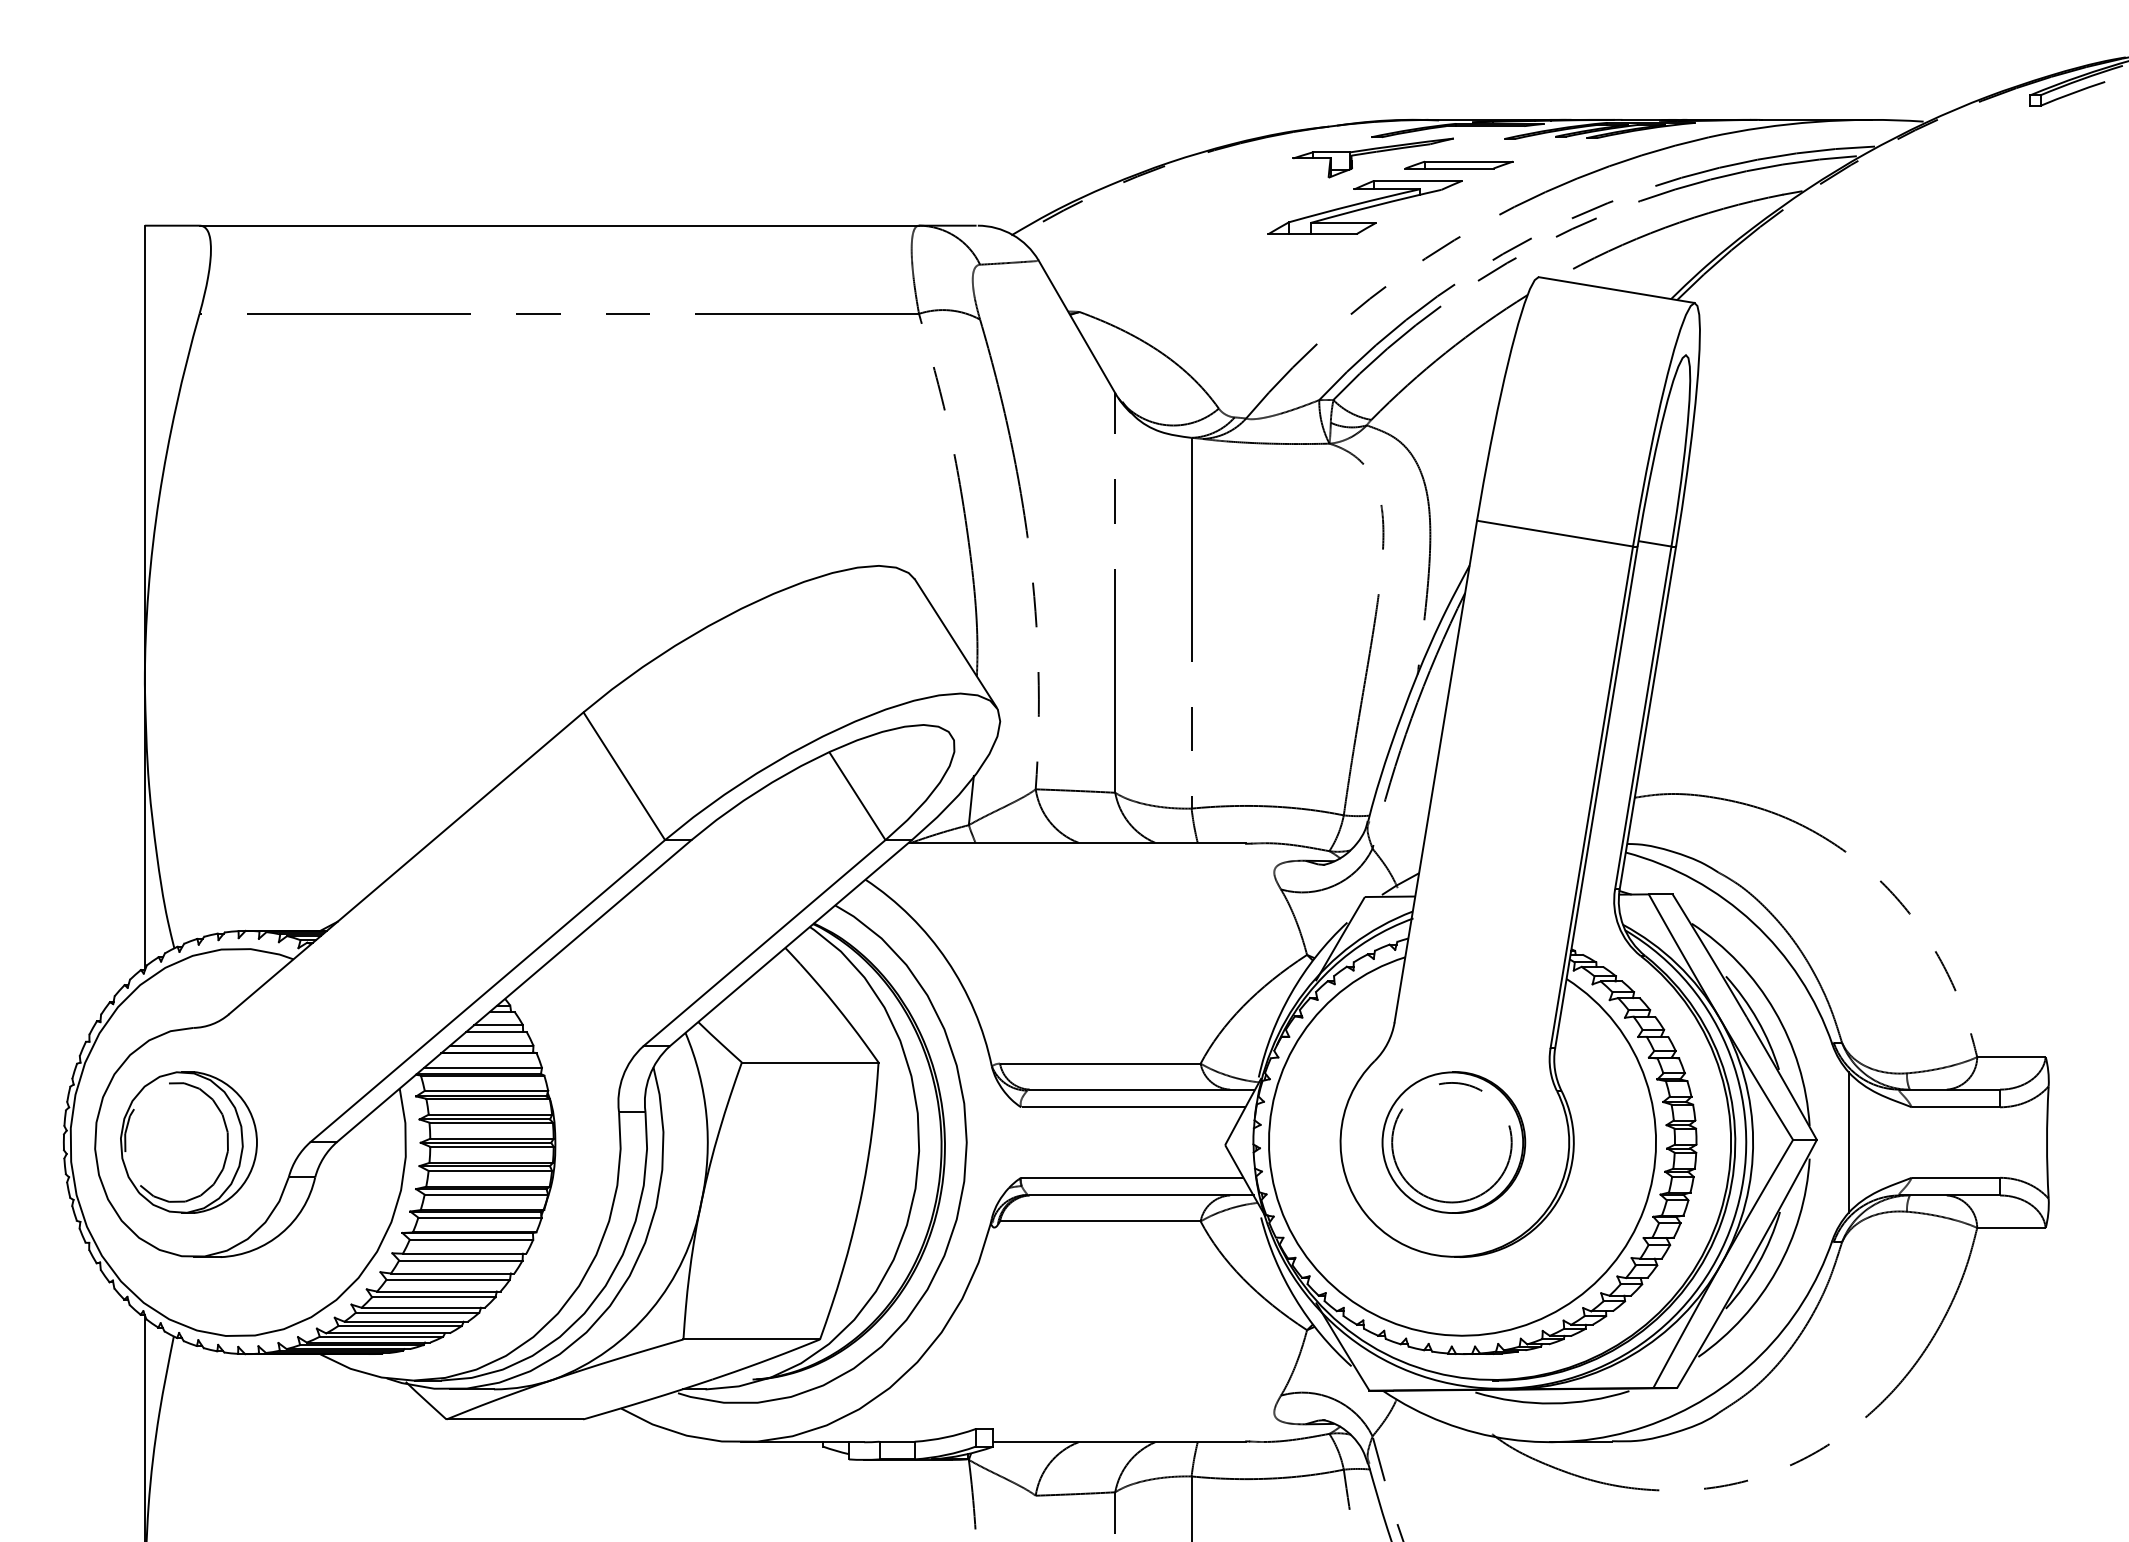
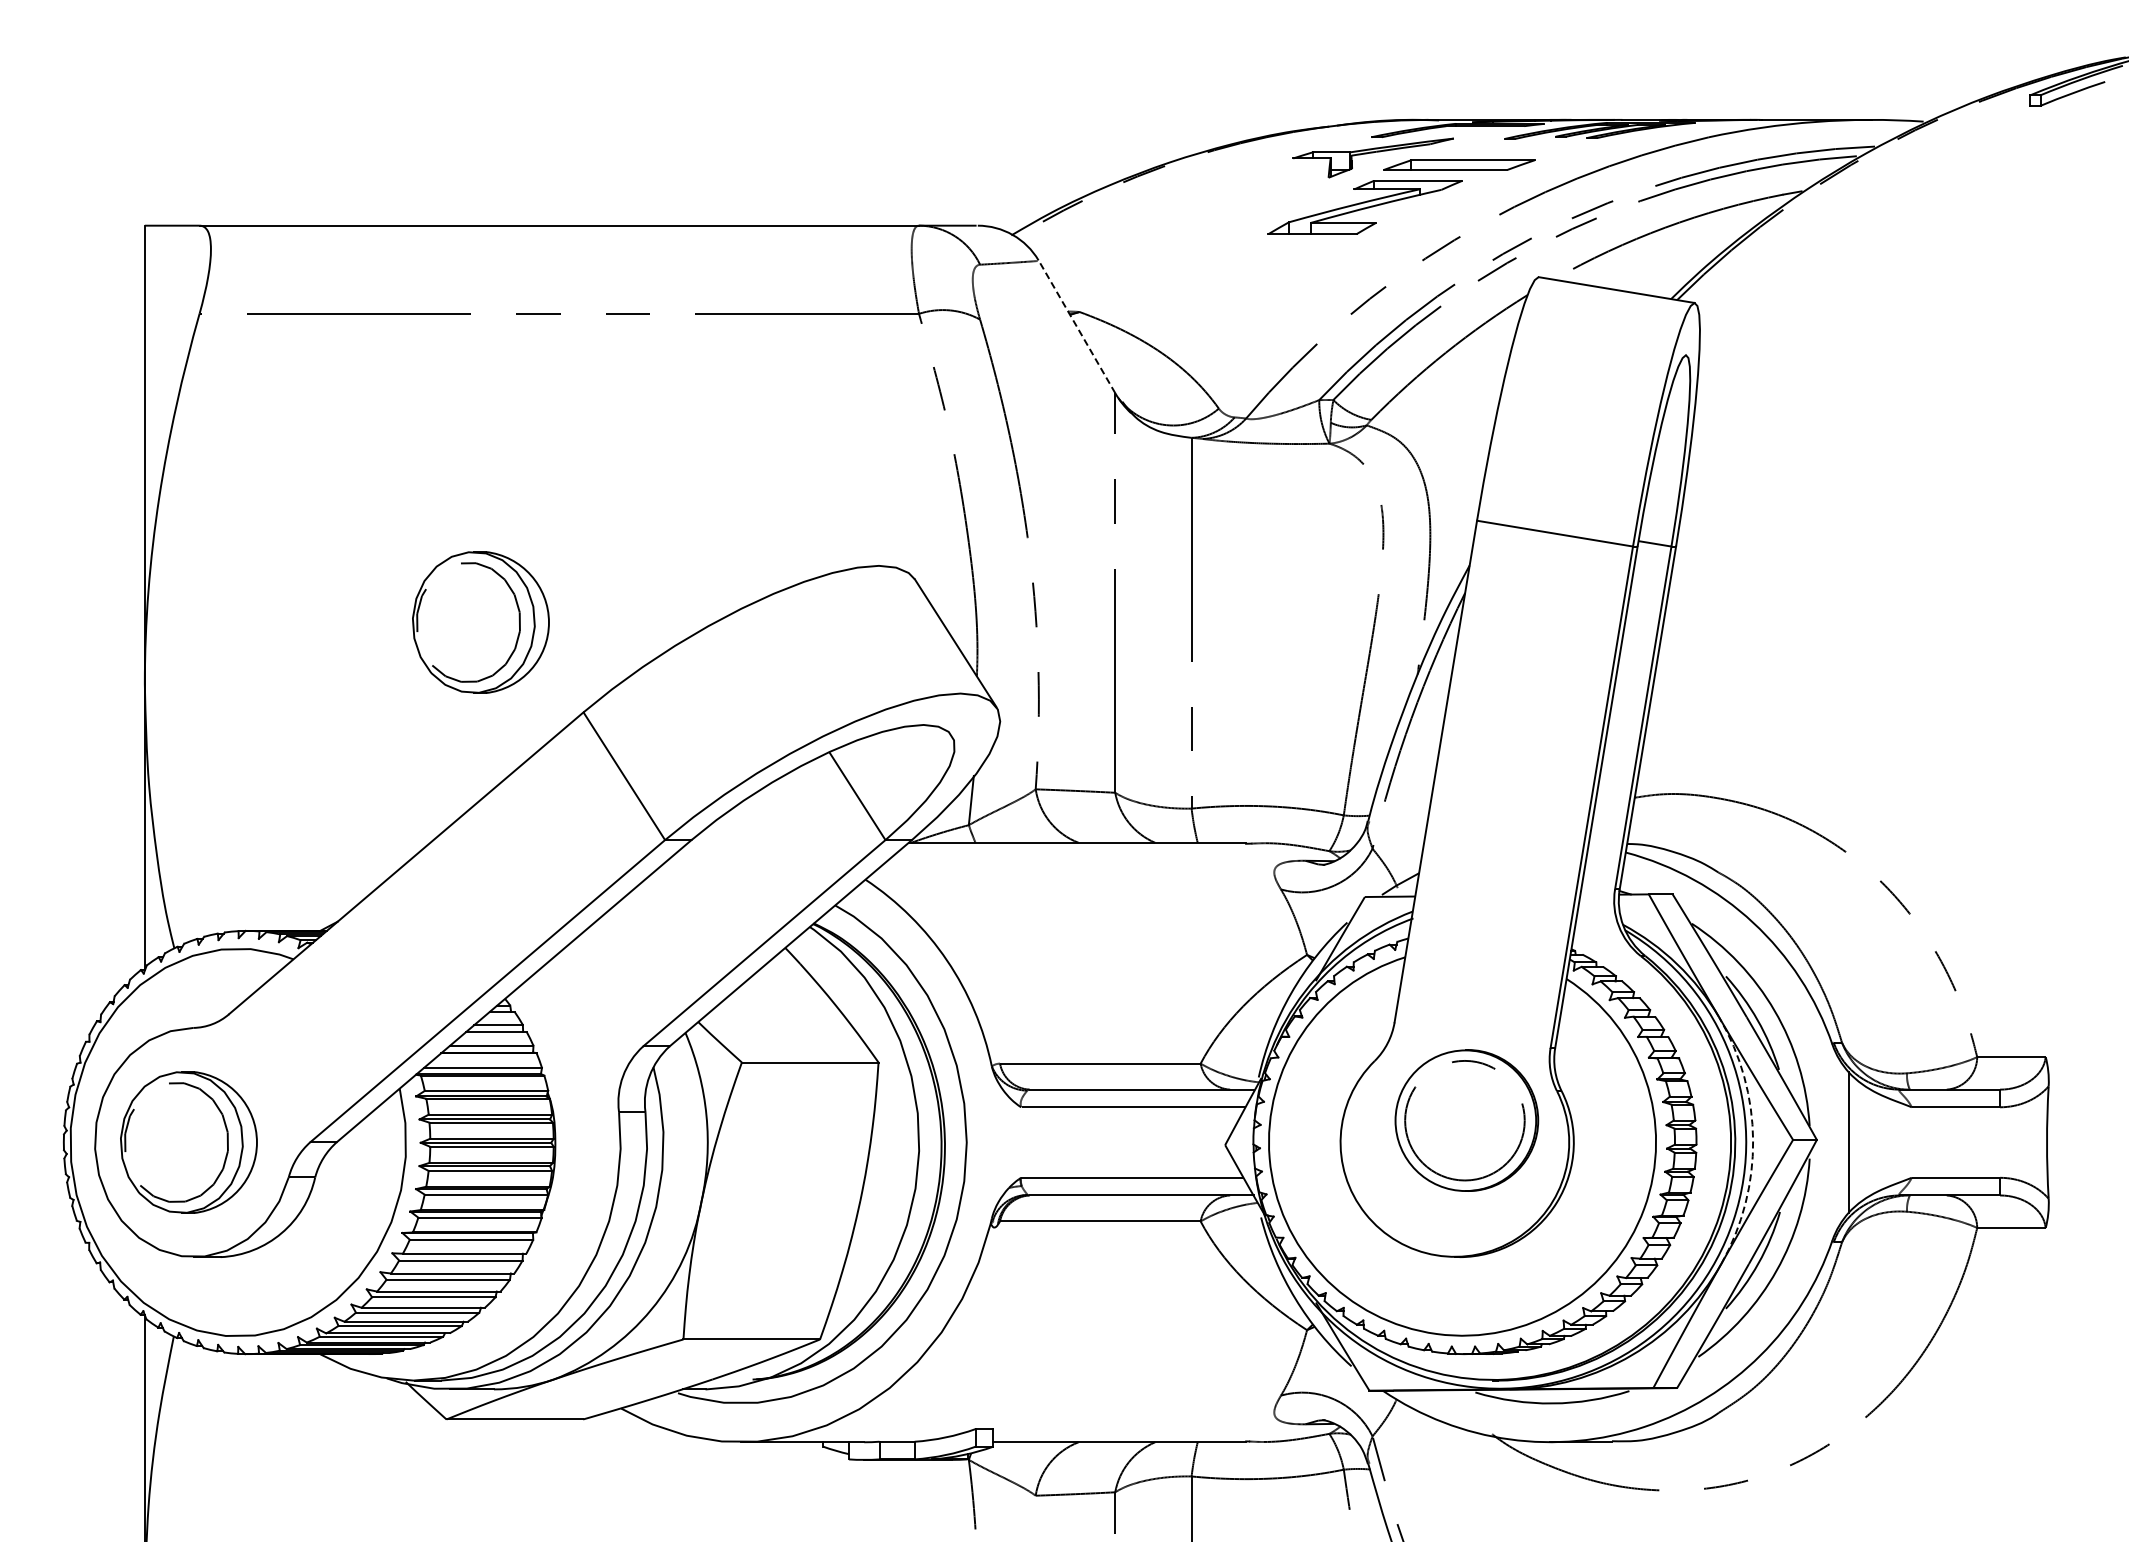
part at (1458, 164) size: 110x10 px -> 153x12 px
line at (1076, 326): solid -> dashed
part at (480, 622): none -> present
arc at (1753, 1140): solid -> dashed
part at (1453, 1142) position: (1453, 1142) -> (1466, 1120)
